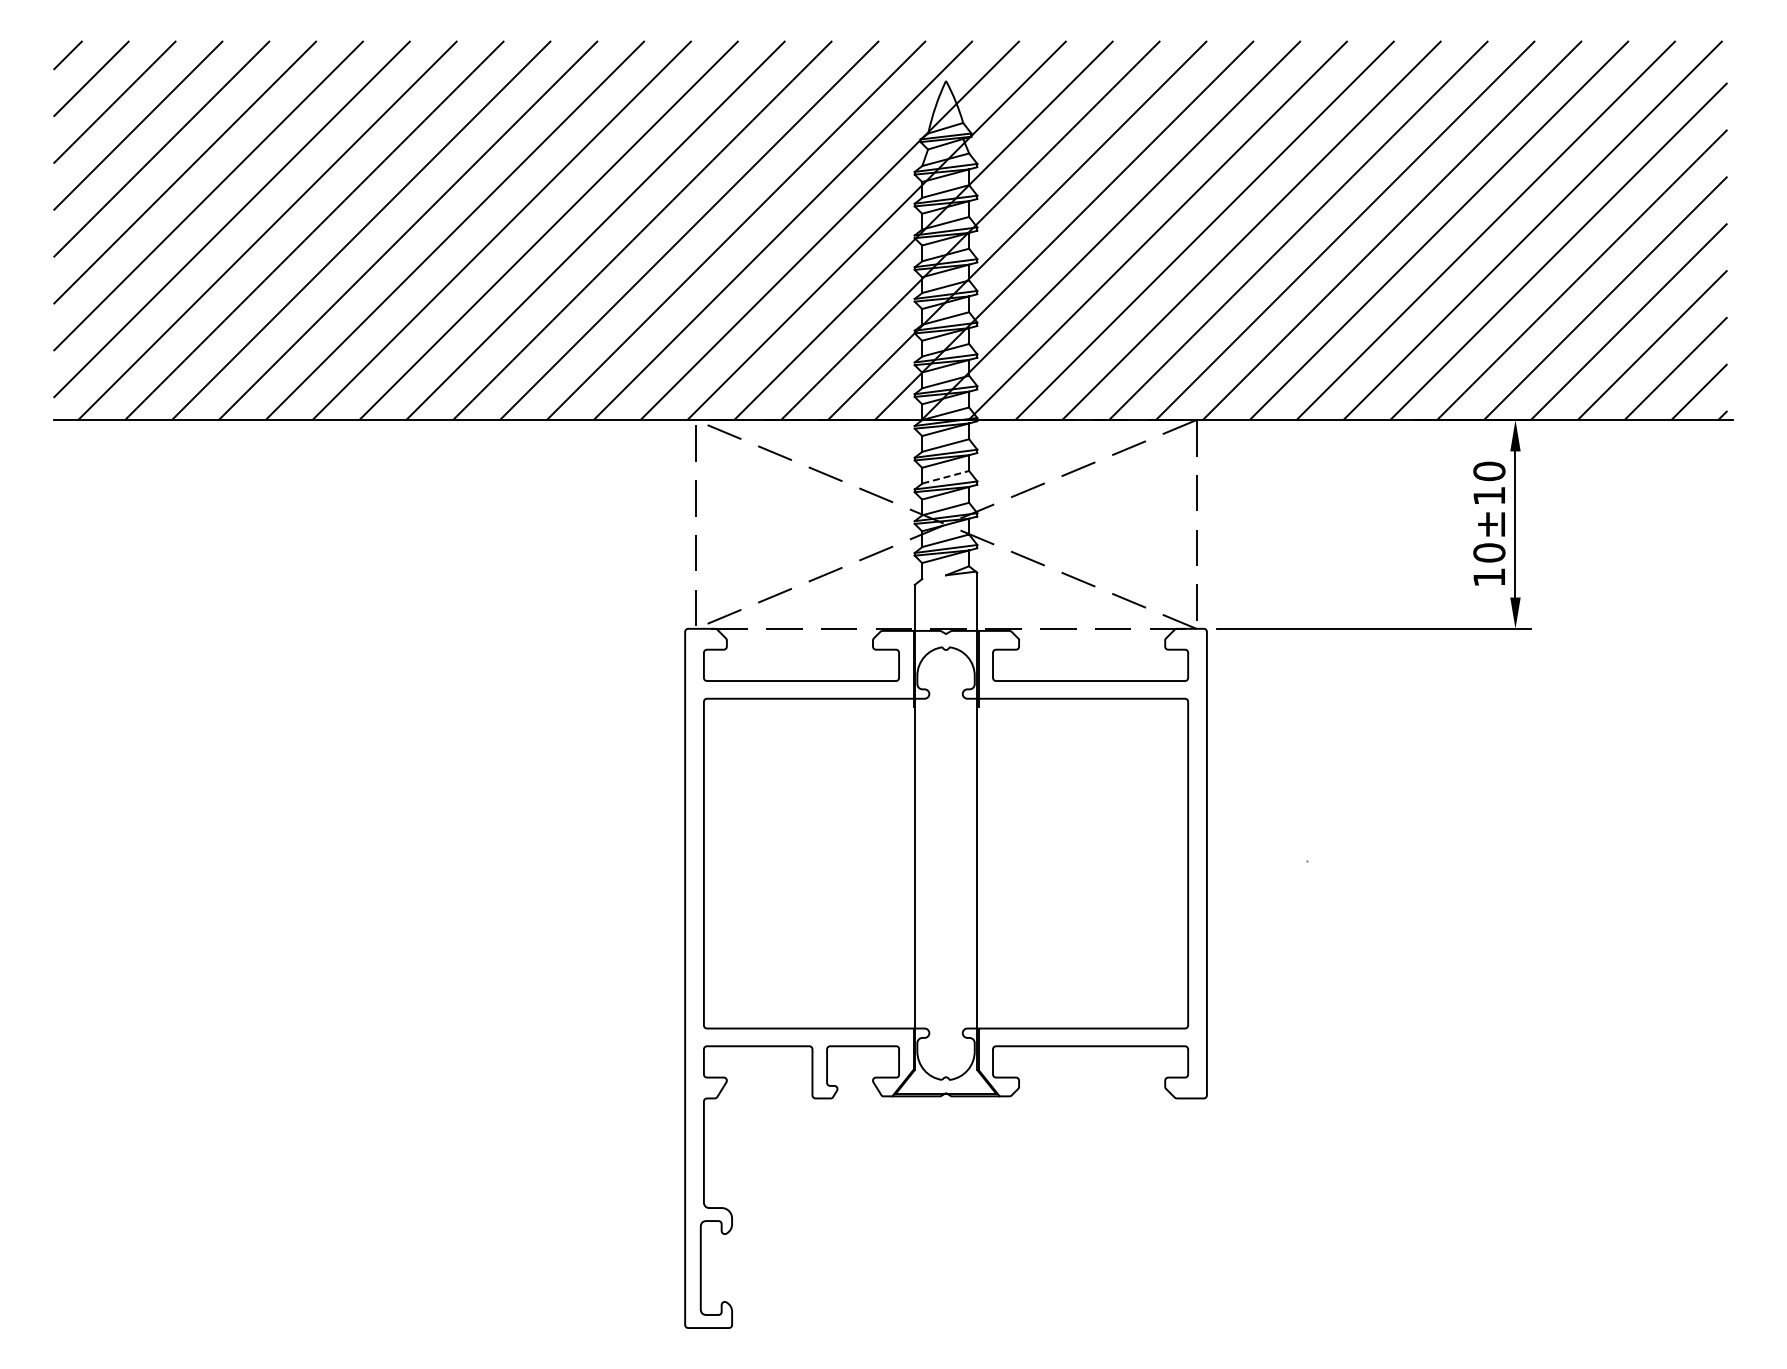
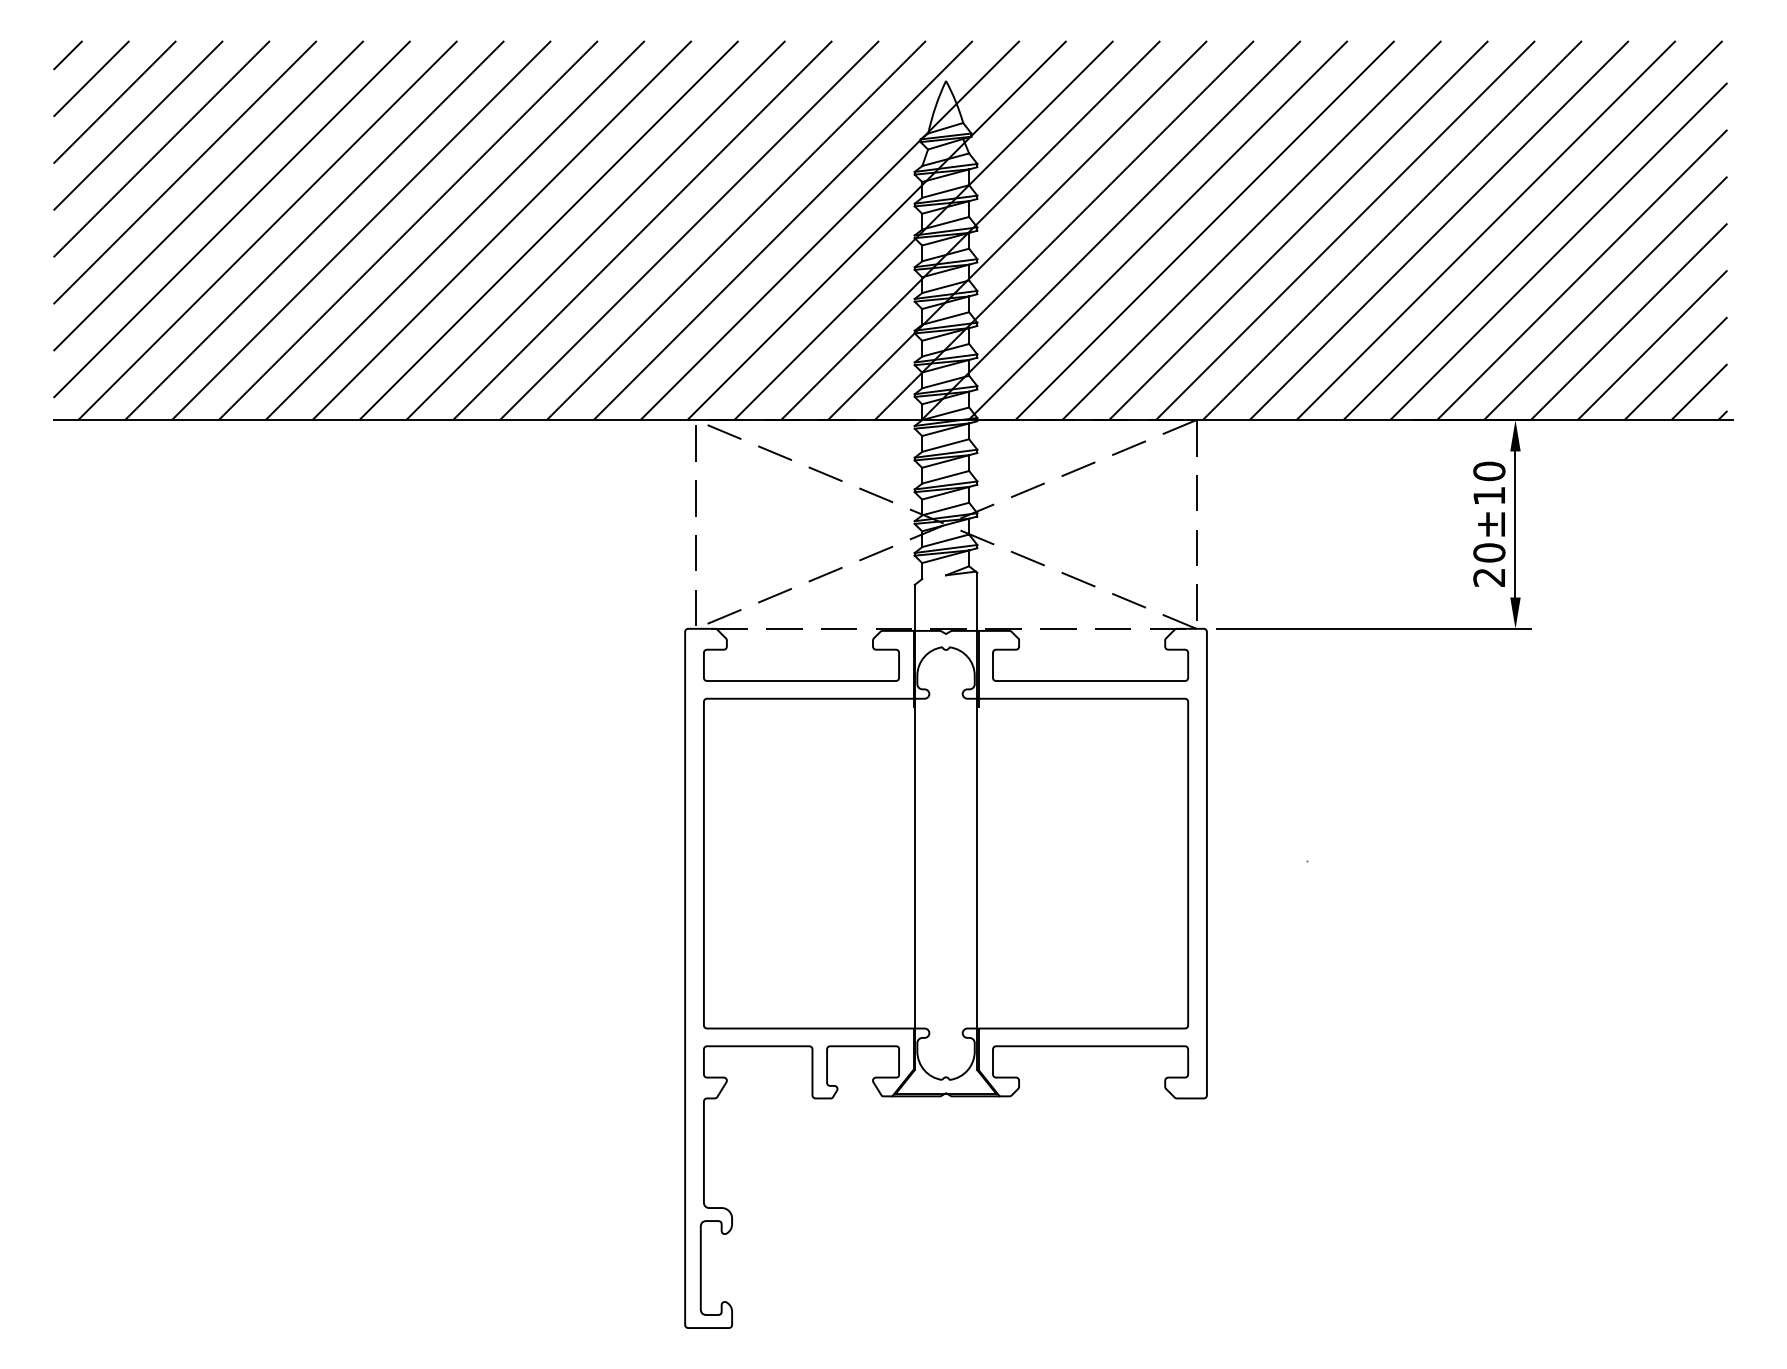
line at (946, 477): dashed -> solid
text at (1488, 577): 10±10 -> 20±10
